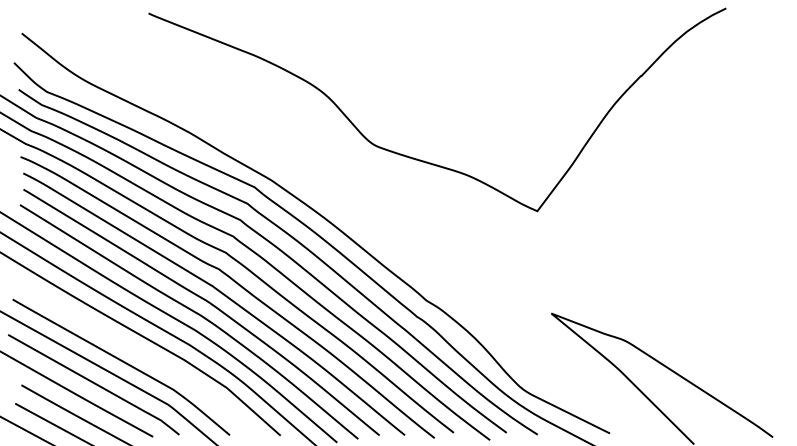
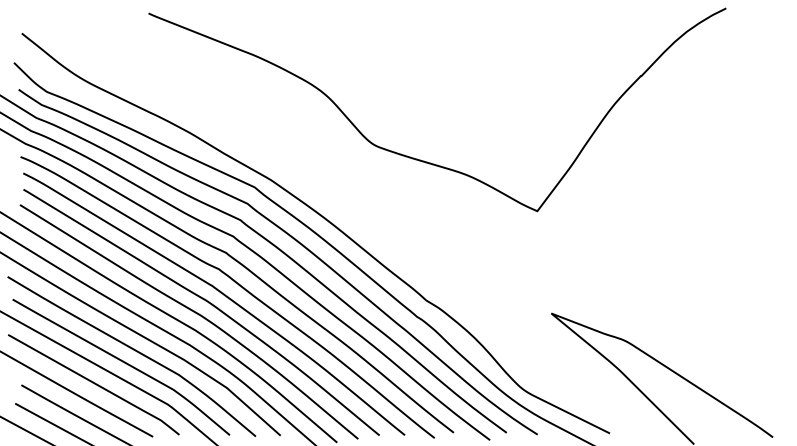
curve at (133, 350): none -> present
